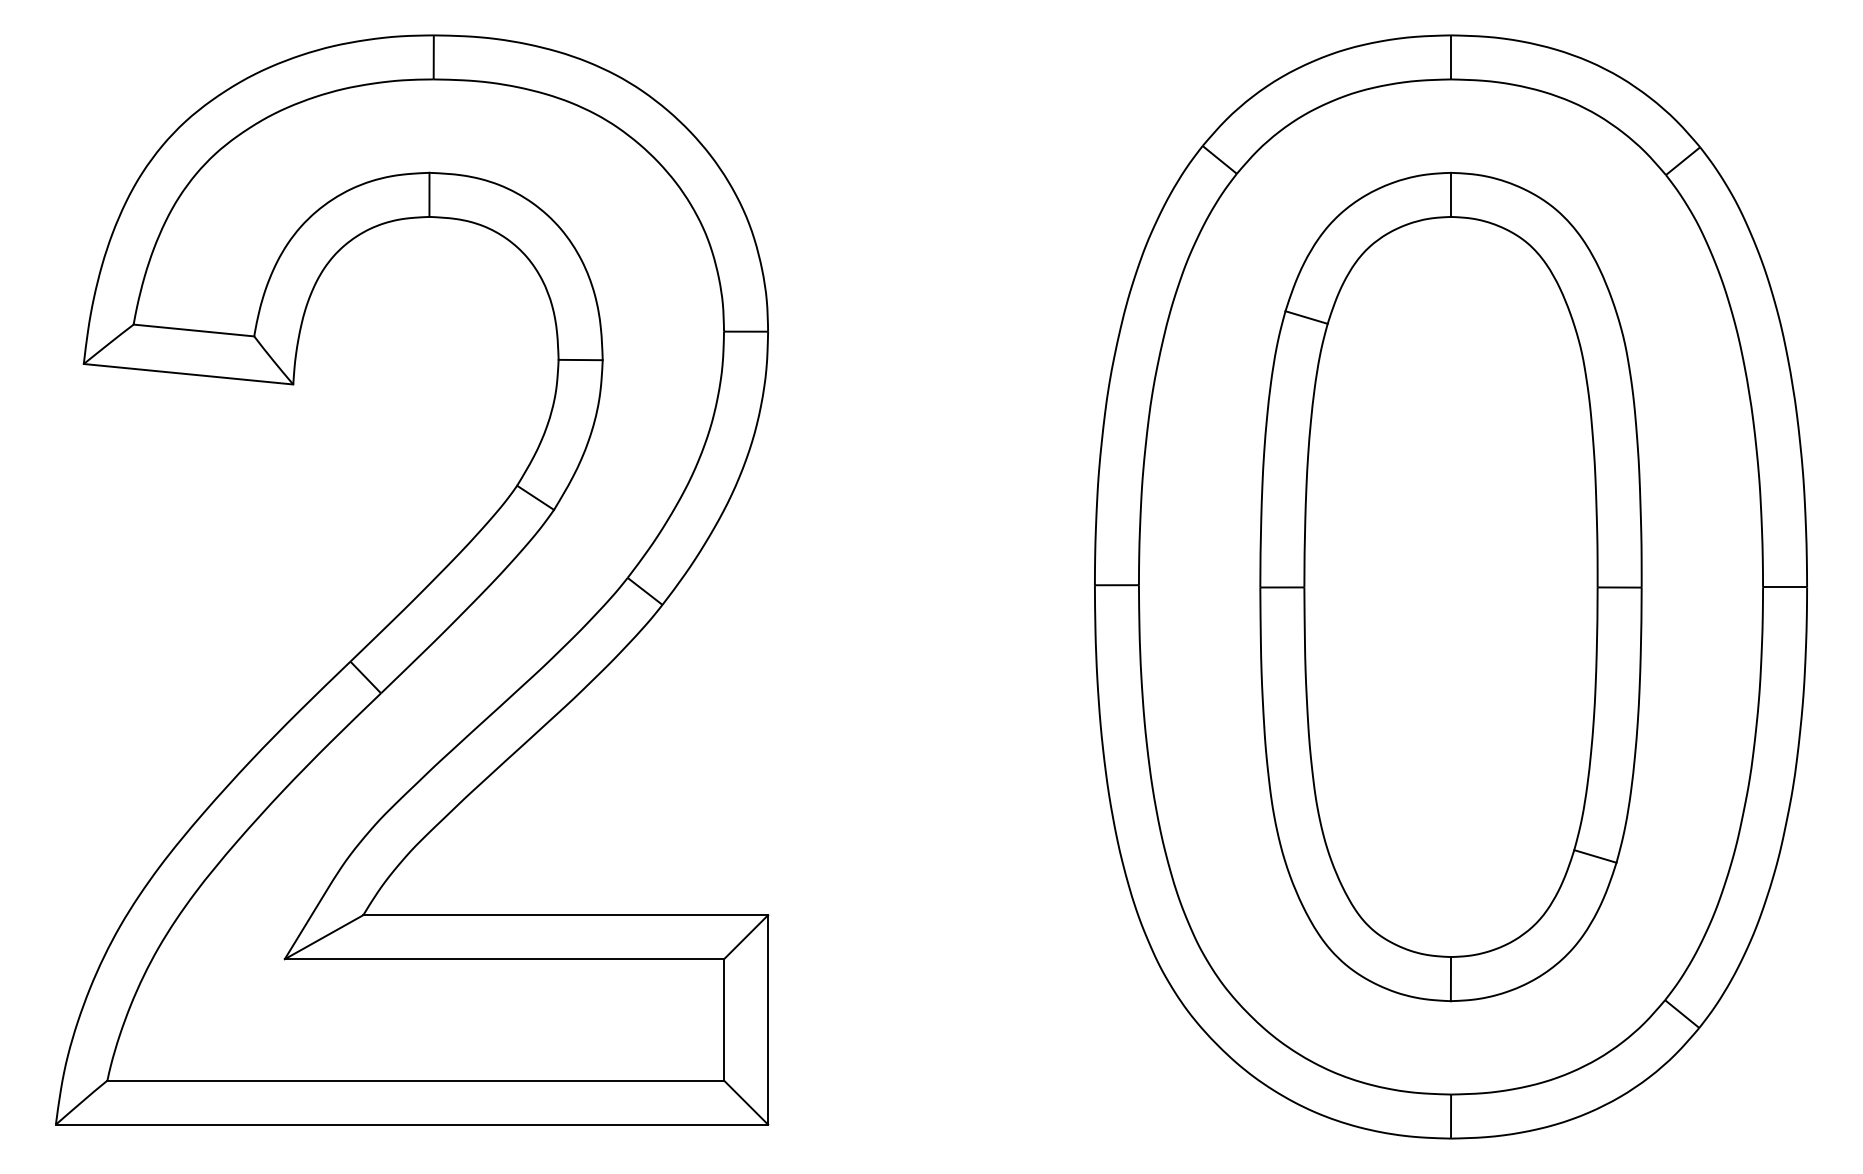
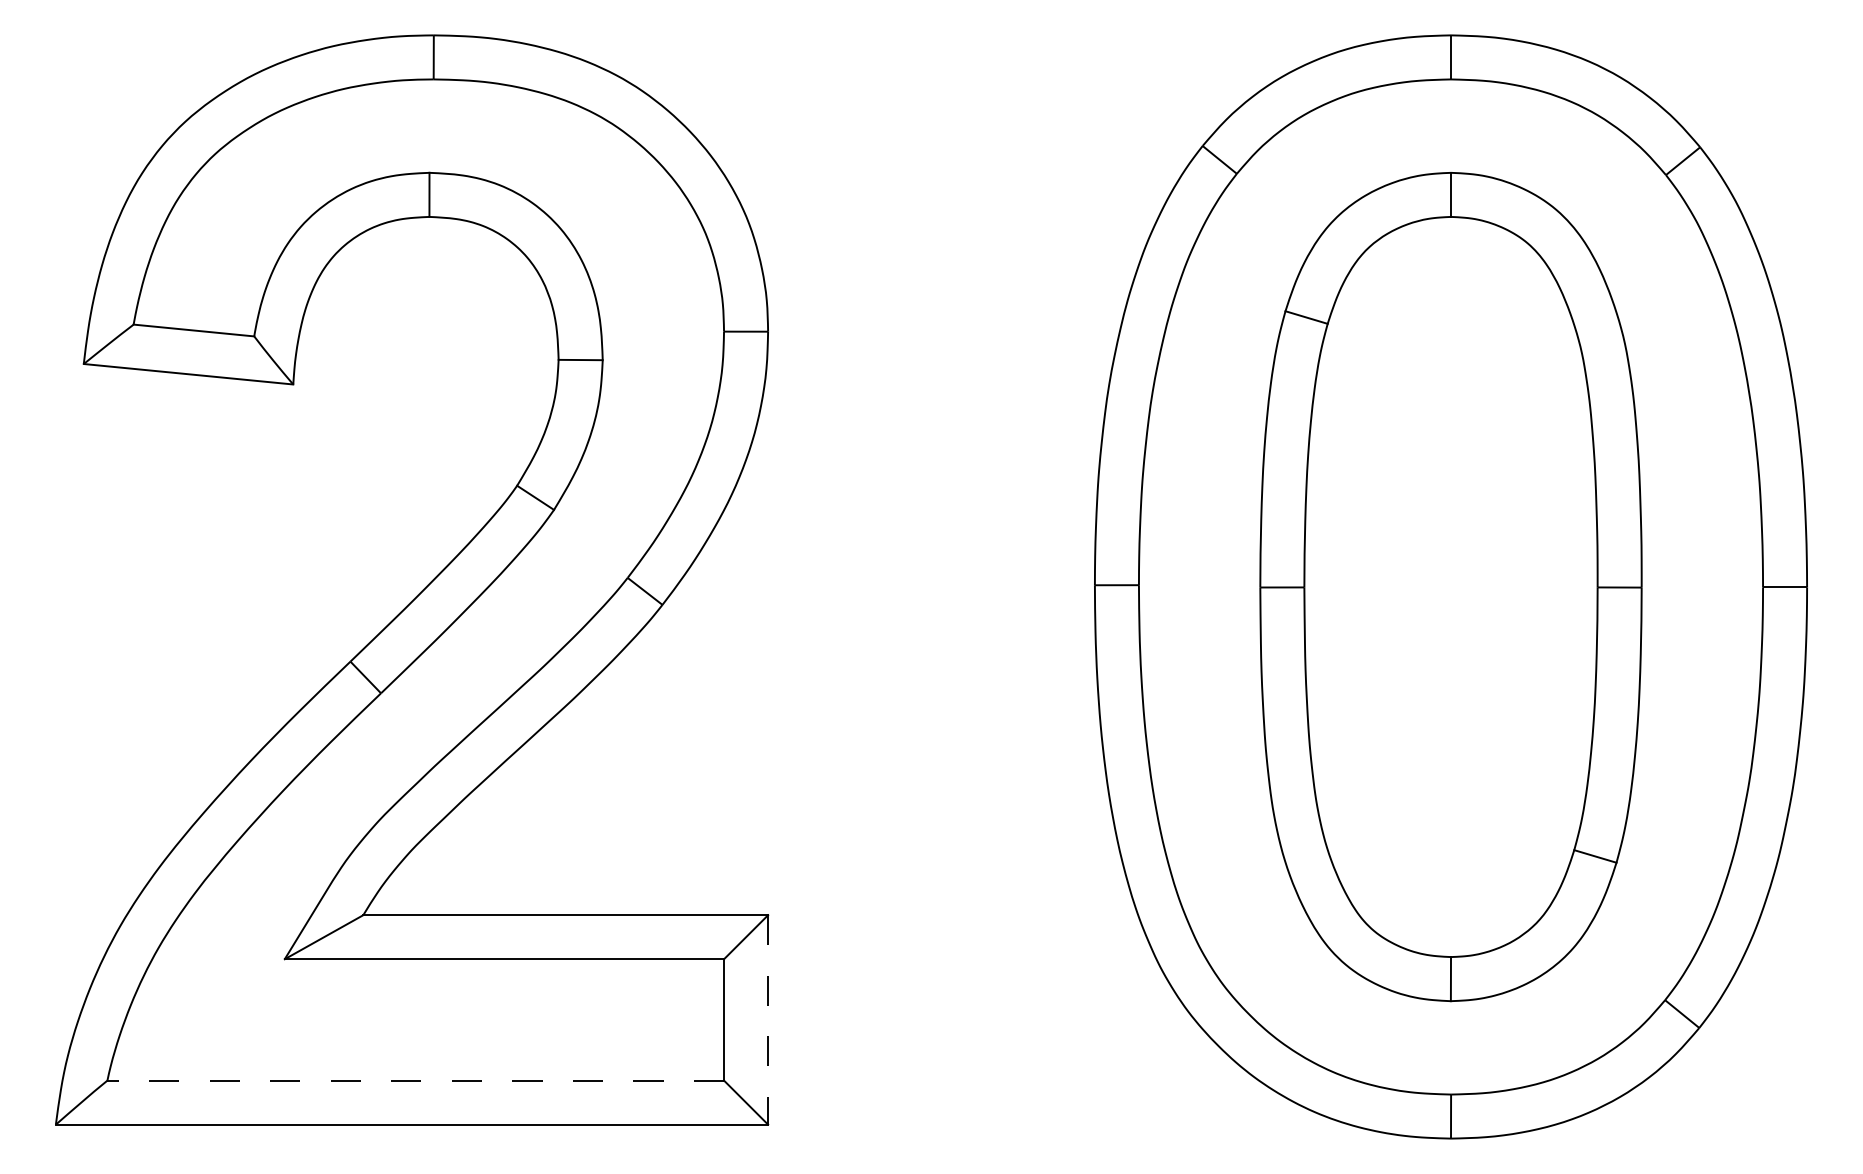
line at (768, 1019): solid -> dashed
line at (415, 1080): solid -> dashed
